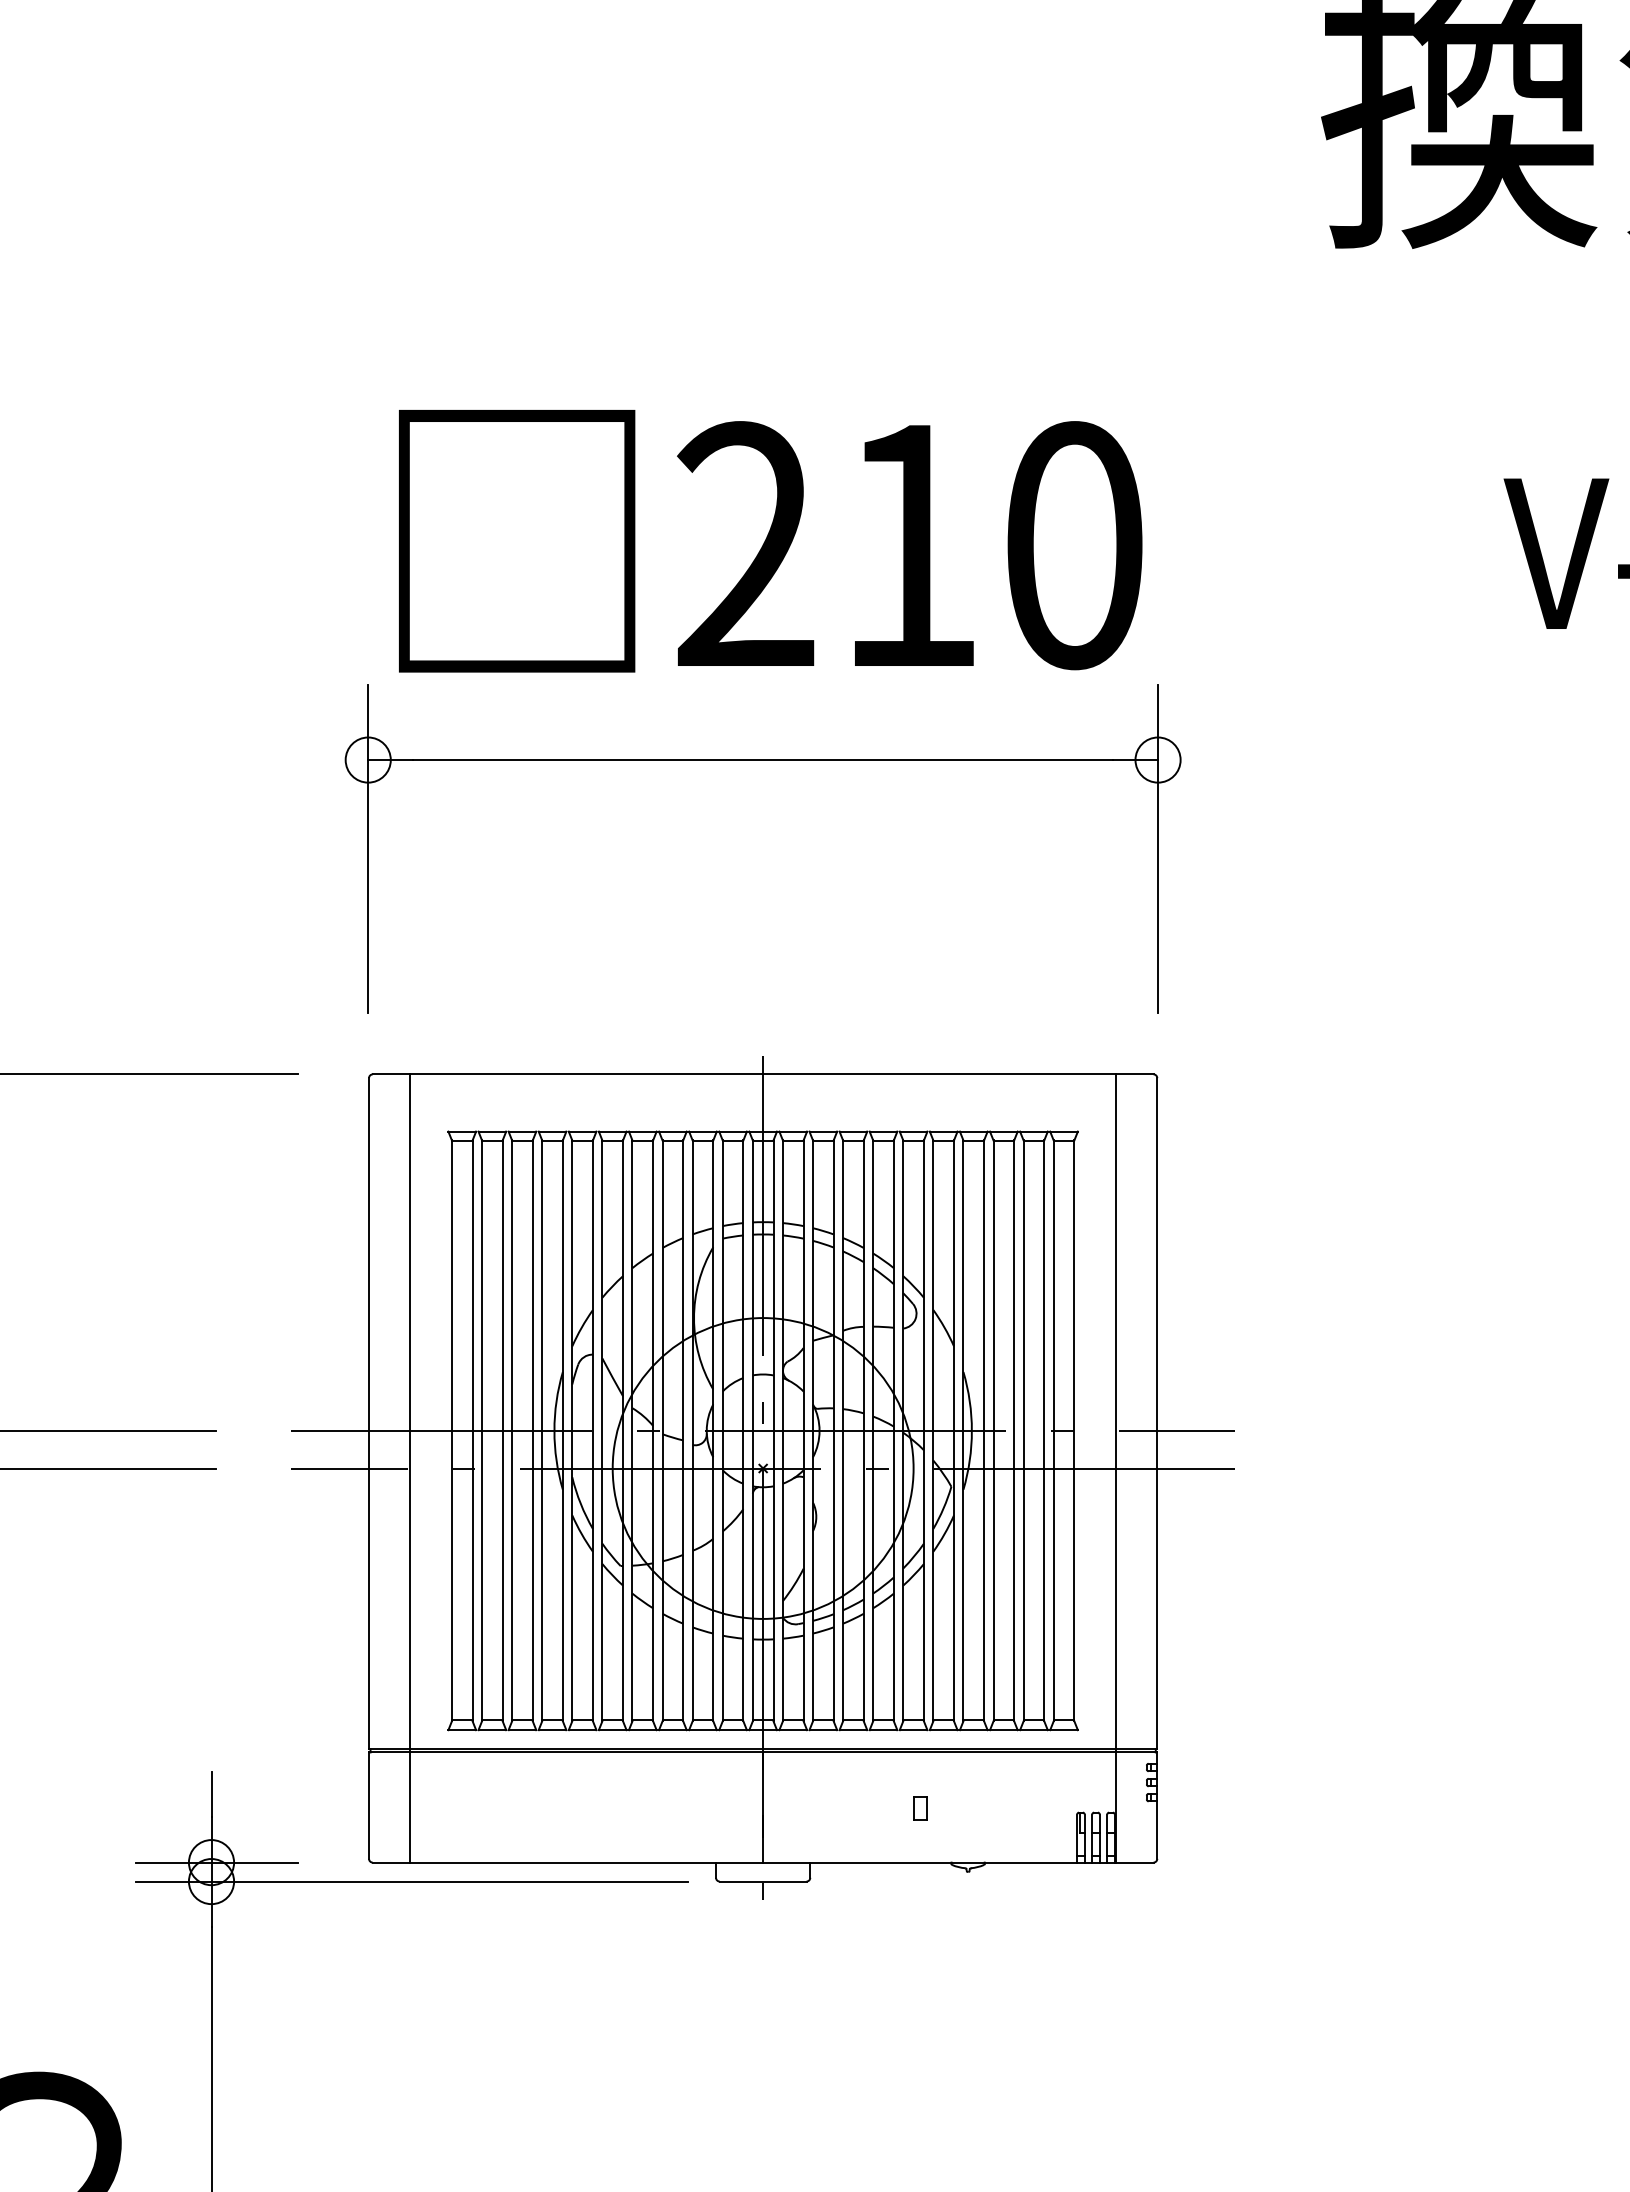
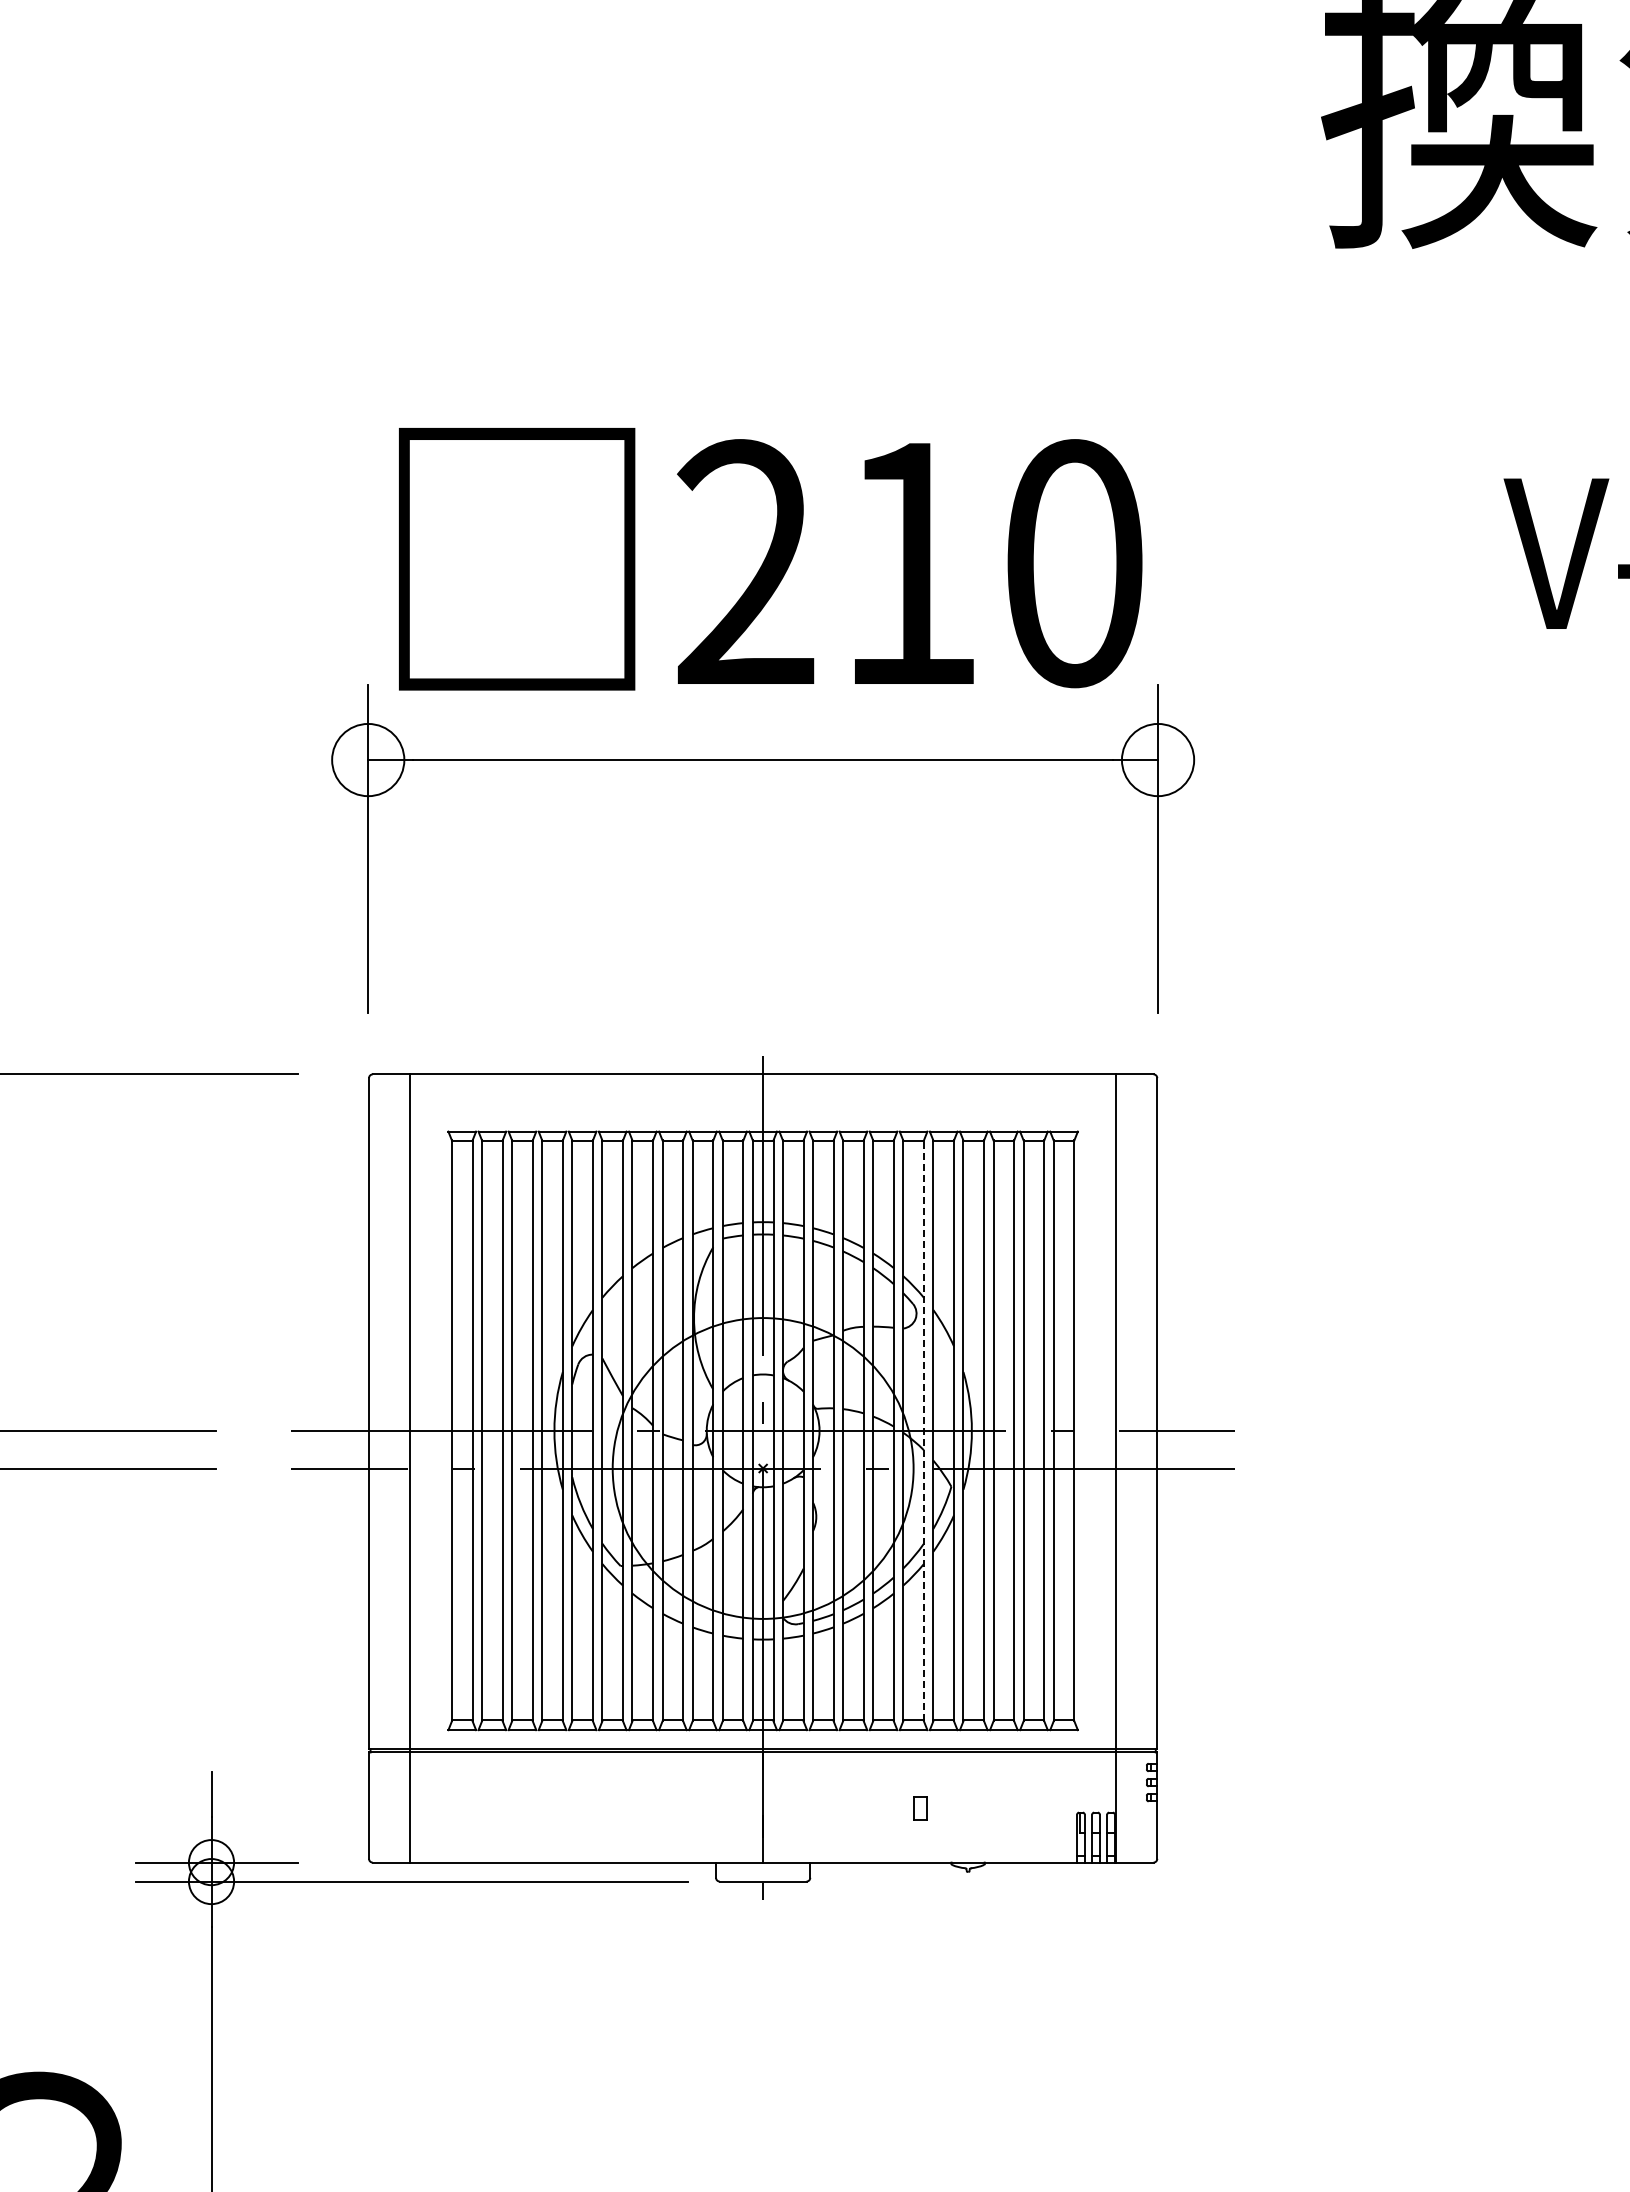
text at (770, 541) position: (770, 541) -> (770, 559)
circle at (367, 759) diameter: 45 px -> 72 px
circle at (1157, 759) diameter: 45 px -> 72 px
line at (923, 1430): solid -> dashed
